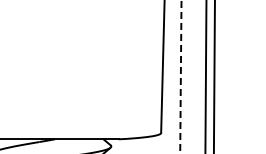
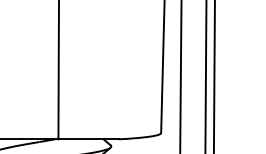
line at (58, 70): none -> present
line at (180, 77): dashed -> solid
